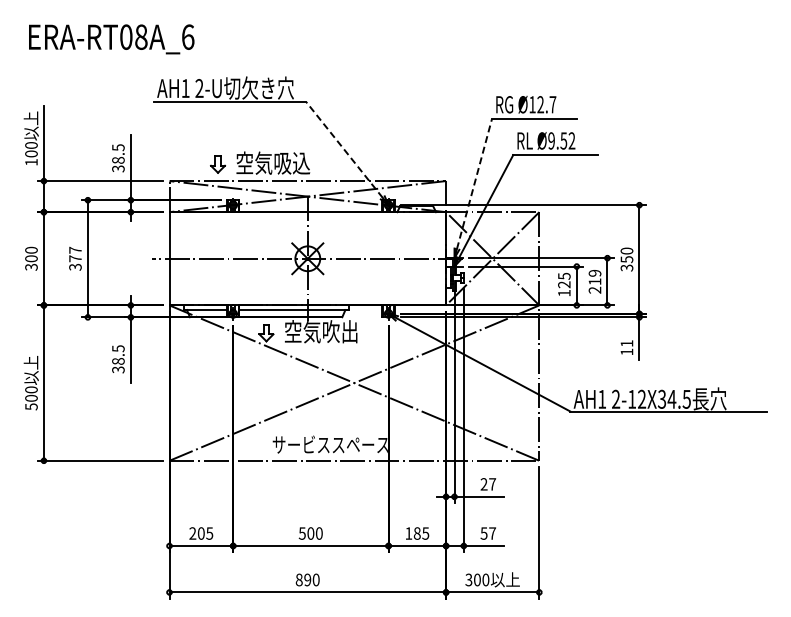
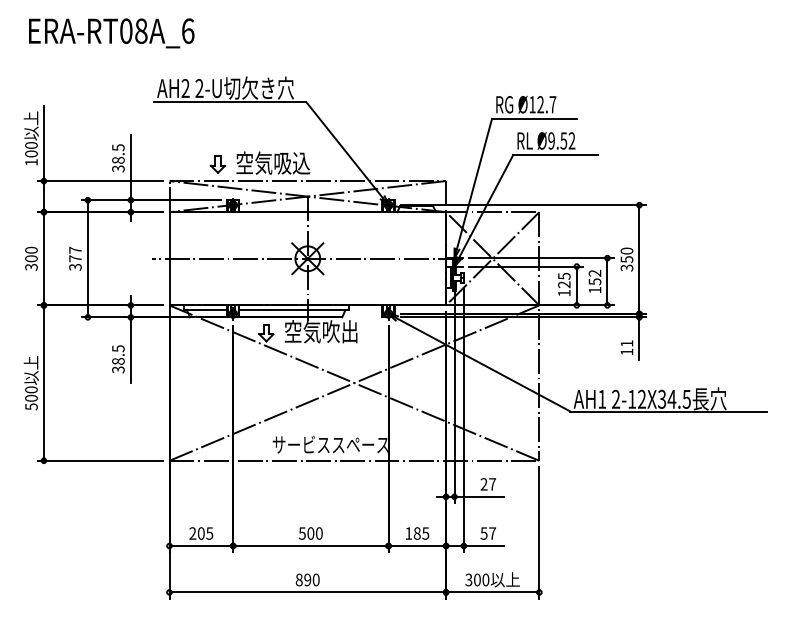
text at (111, 39) position: (111, 39) -> (111, 33)
text at (185, 88): AH1 -> AH2
line at (344, 149): dashed -> solid
line at (474, 183): dashed -> solid
text at (594, 281): 219 -> 152
